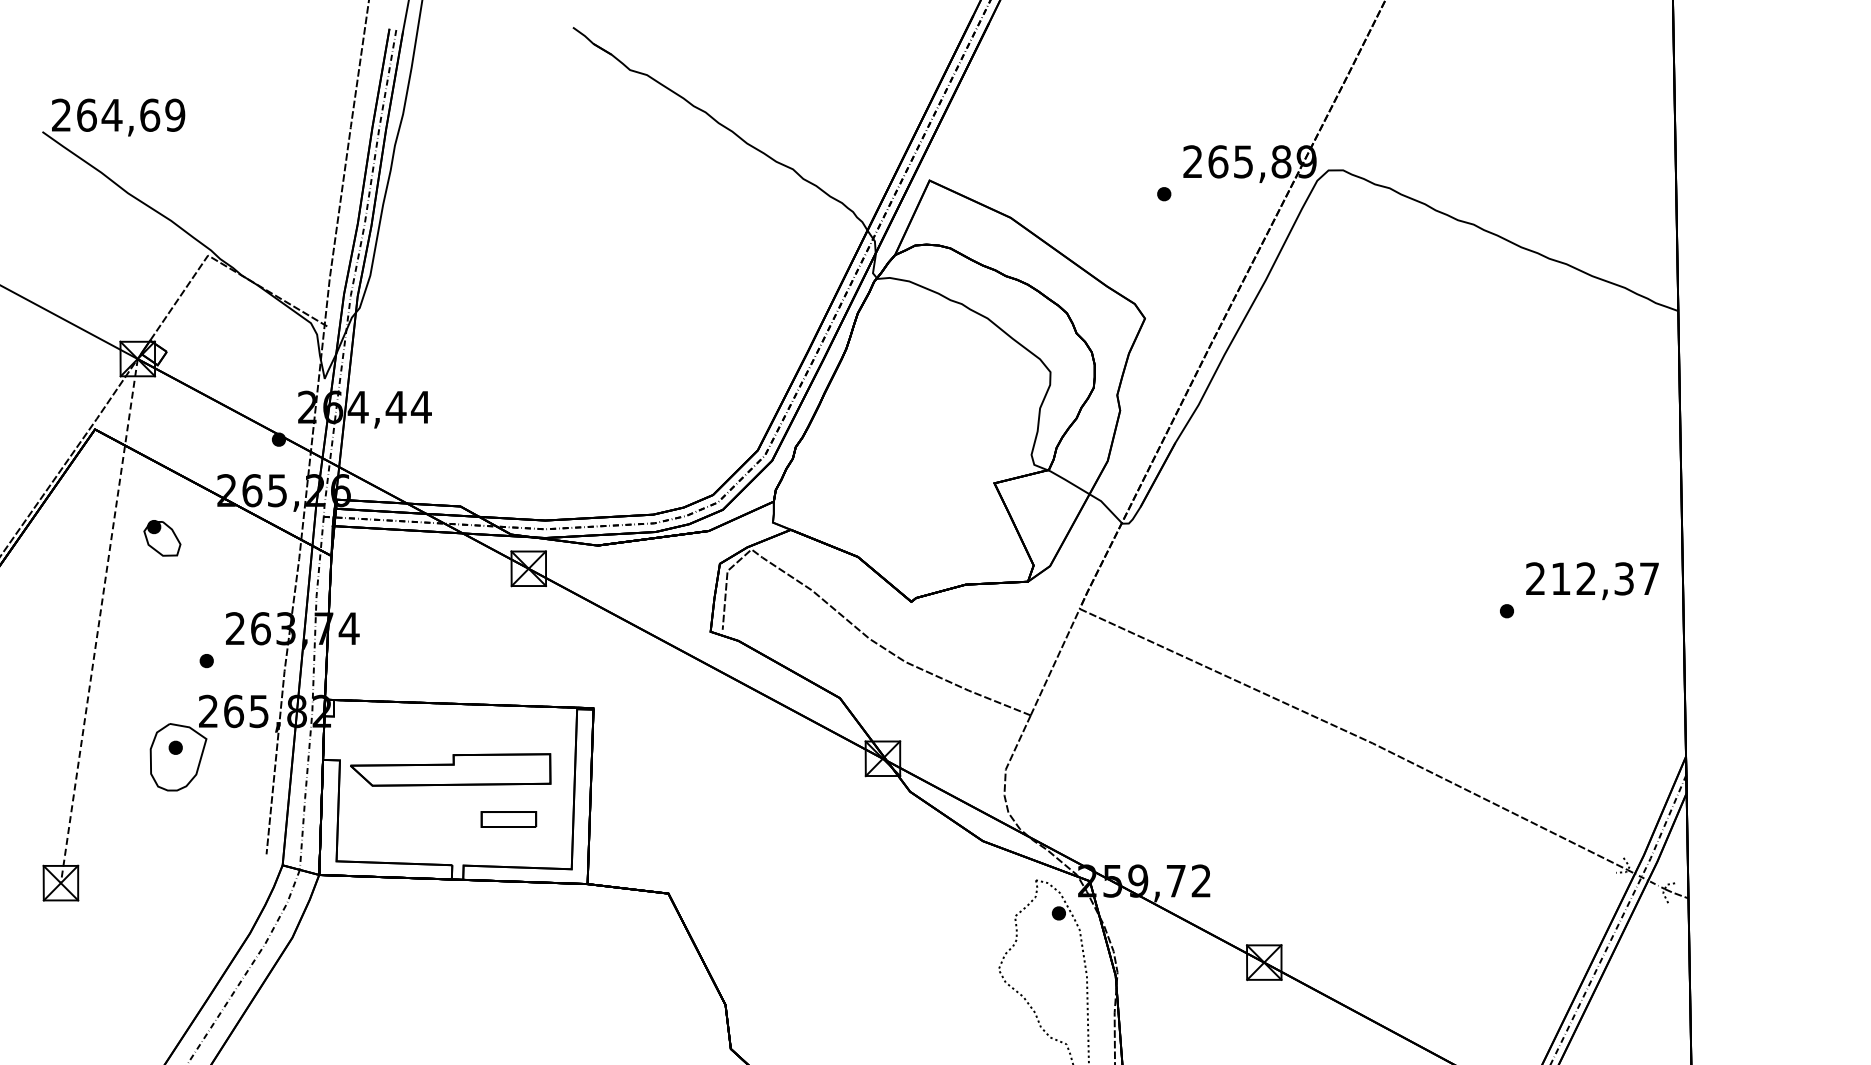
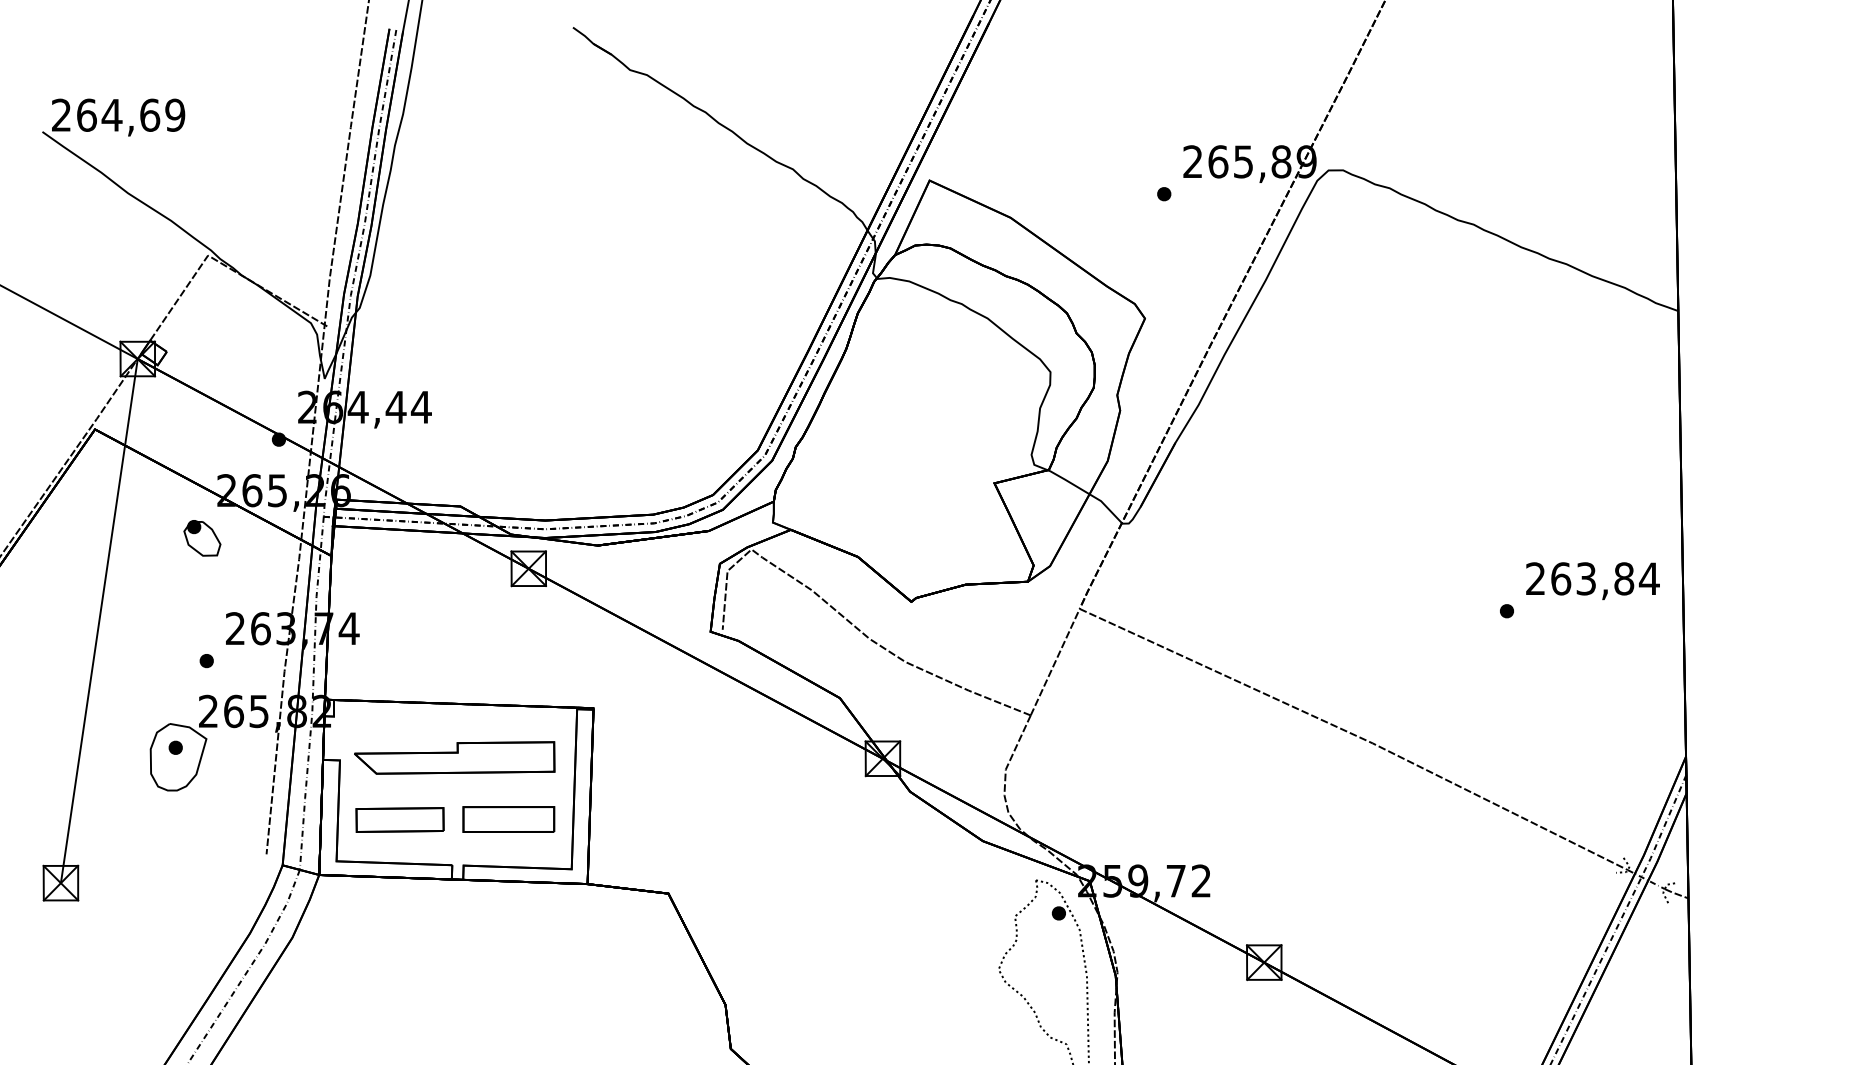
part at (162, 538) position: (162, 538) -> (202, 538)
text at (1605, 578): 212,37 -> 263,84
line at (99, 621): dashed -> solid
part at (450, 769) position: (450, 769) -> (454, 757)
part at (399, 819): none -> present
part at (508, 819) size: 58x17 px -> 94x27 px
